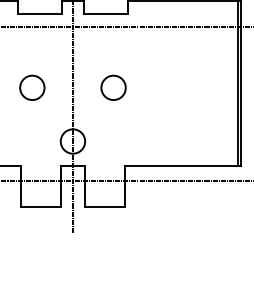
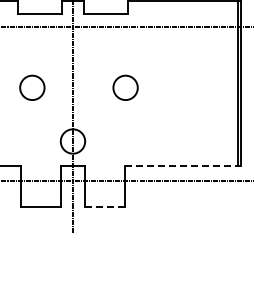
circle at (113, 87) position: (113, 87) -> (125, 87)
line at (183, 165): solid -> dashed
line at (104, 207): solid -> dashed
